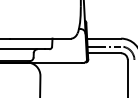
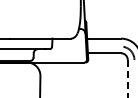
line at (104, 46): present -> none
line at (127, 78): solid -> dashed
